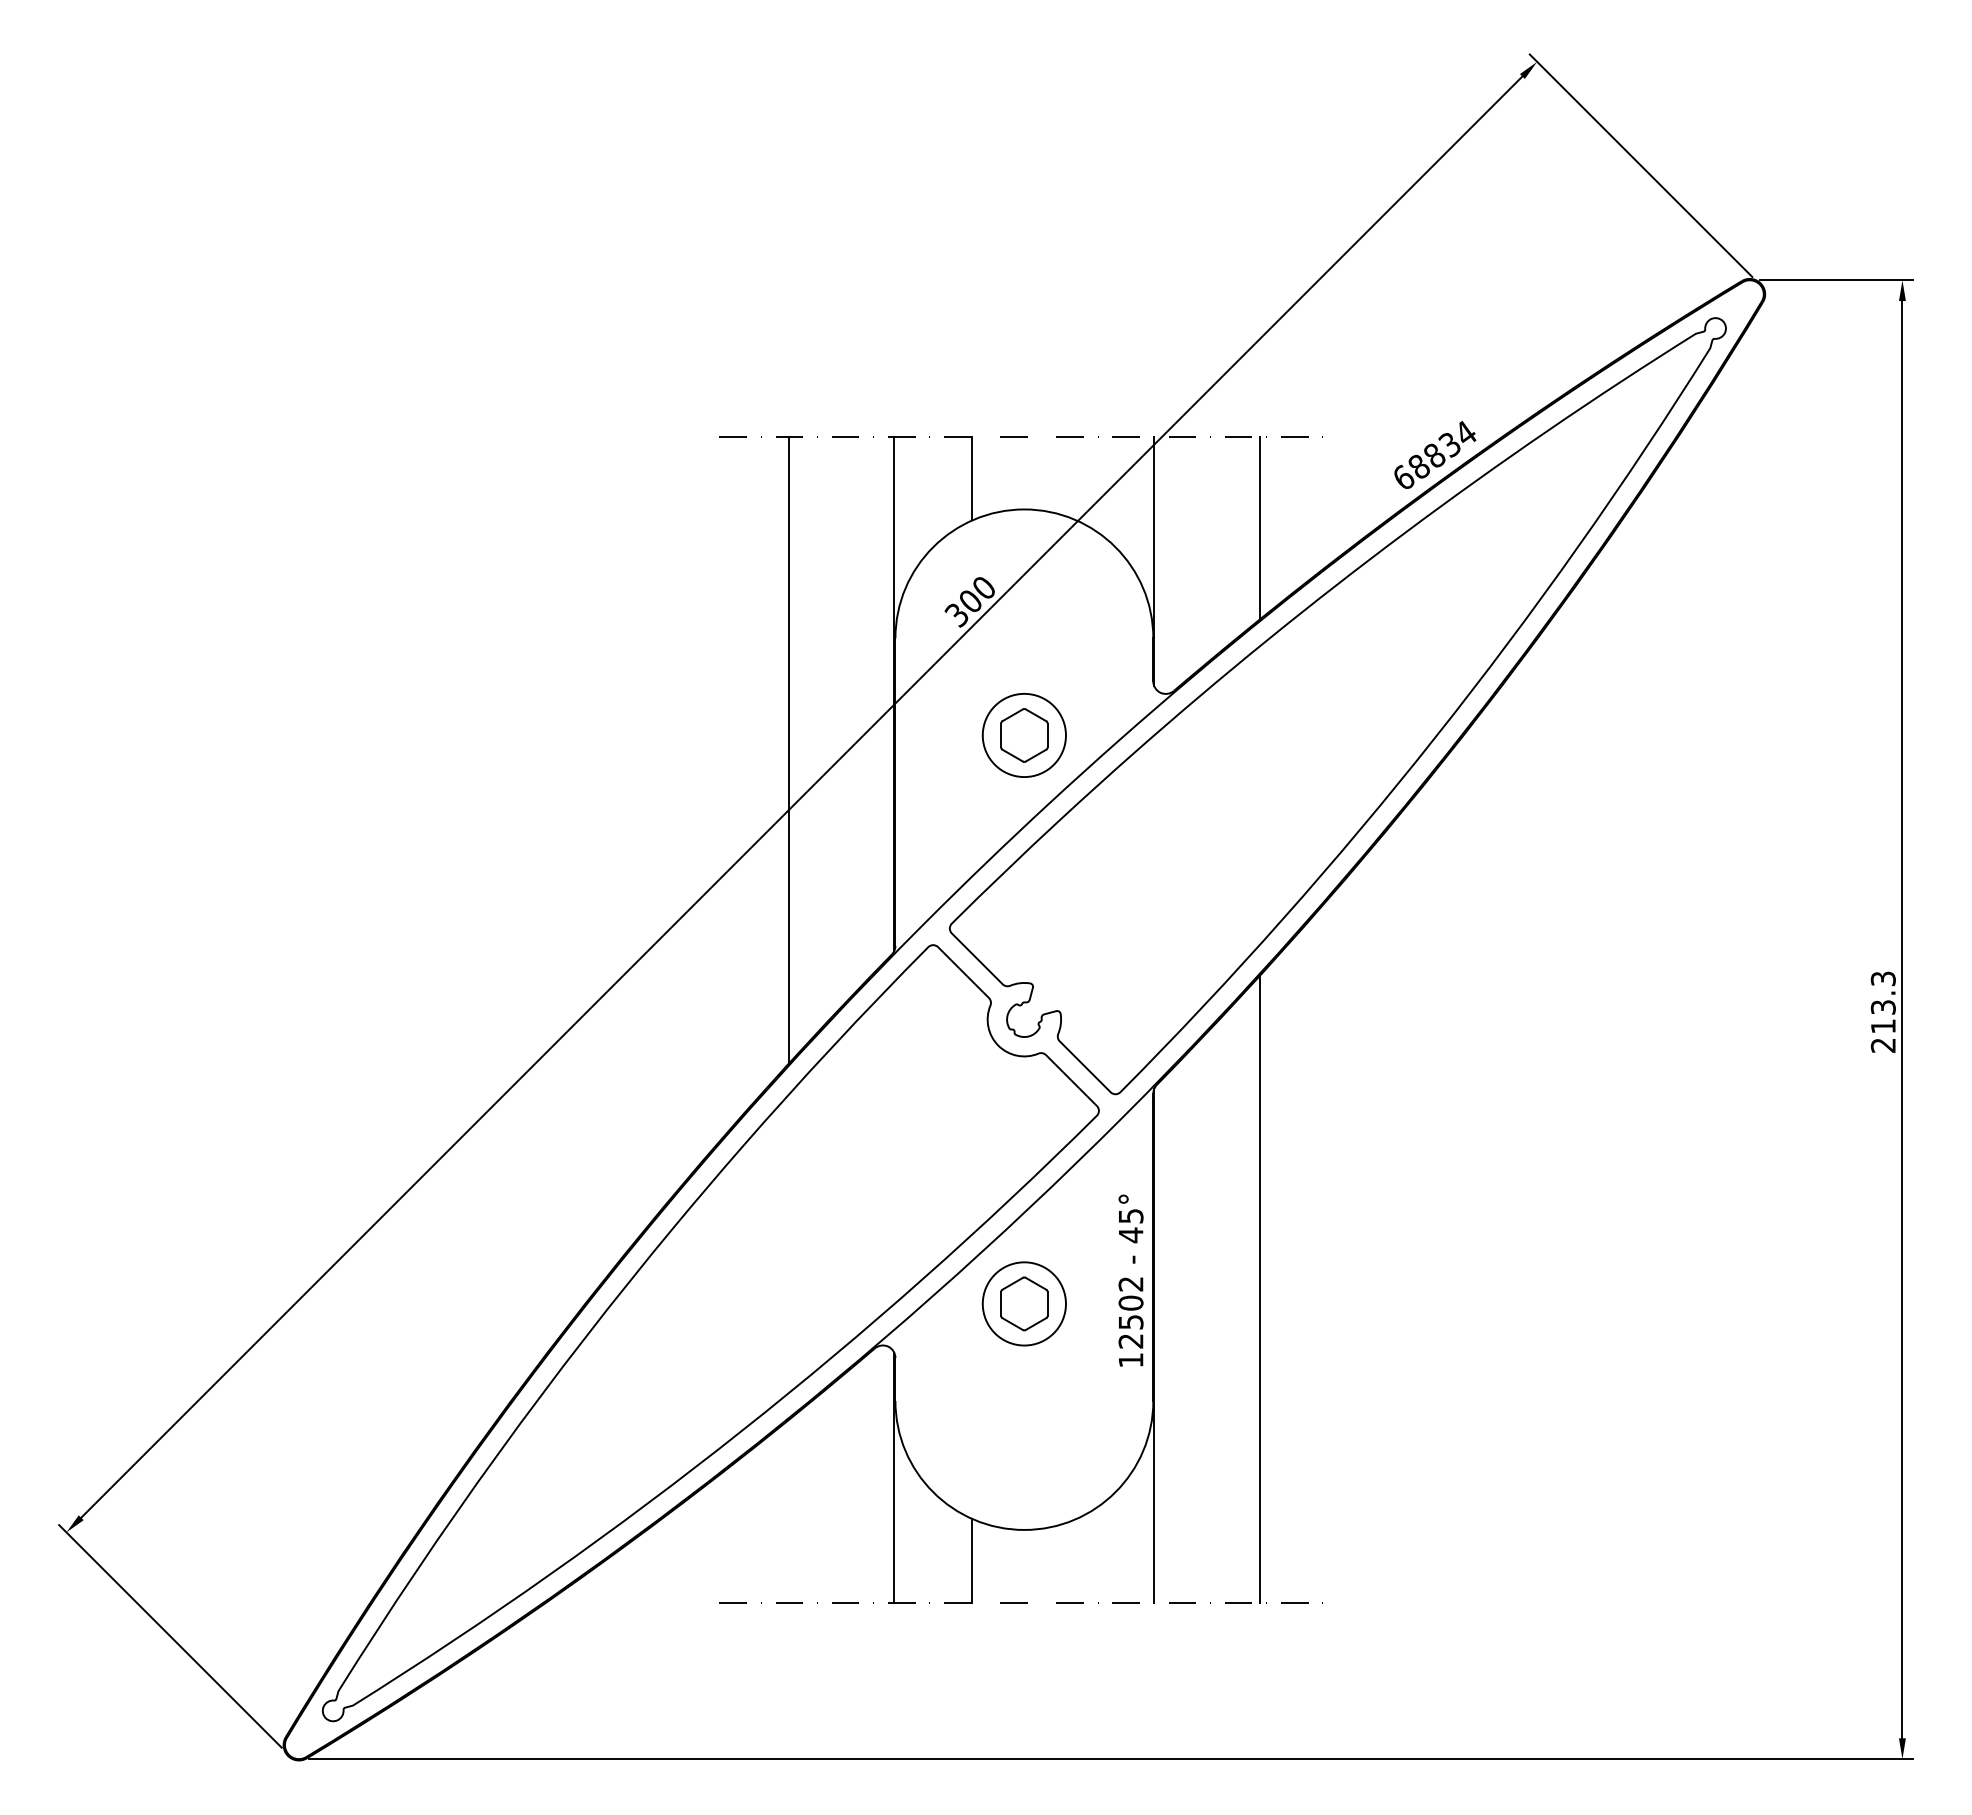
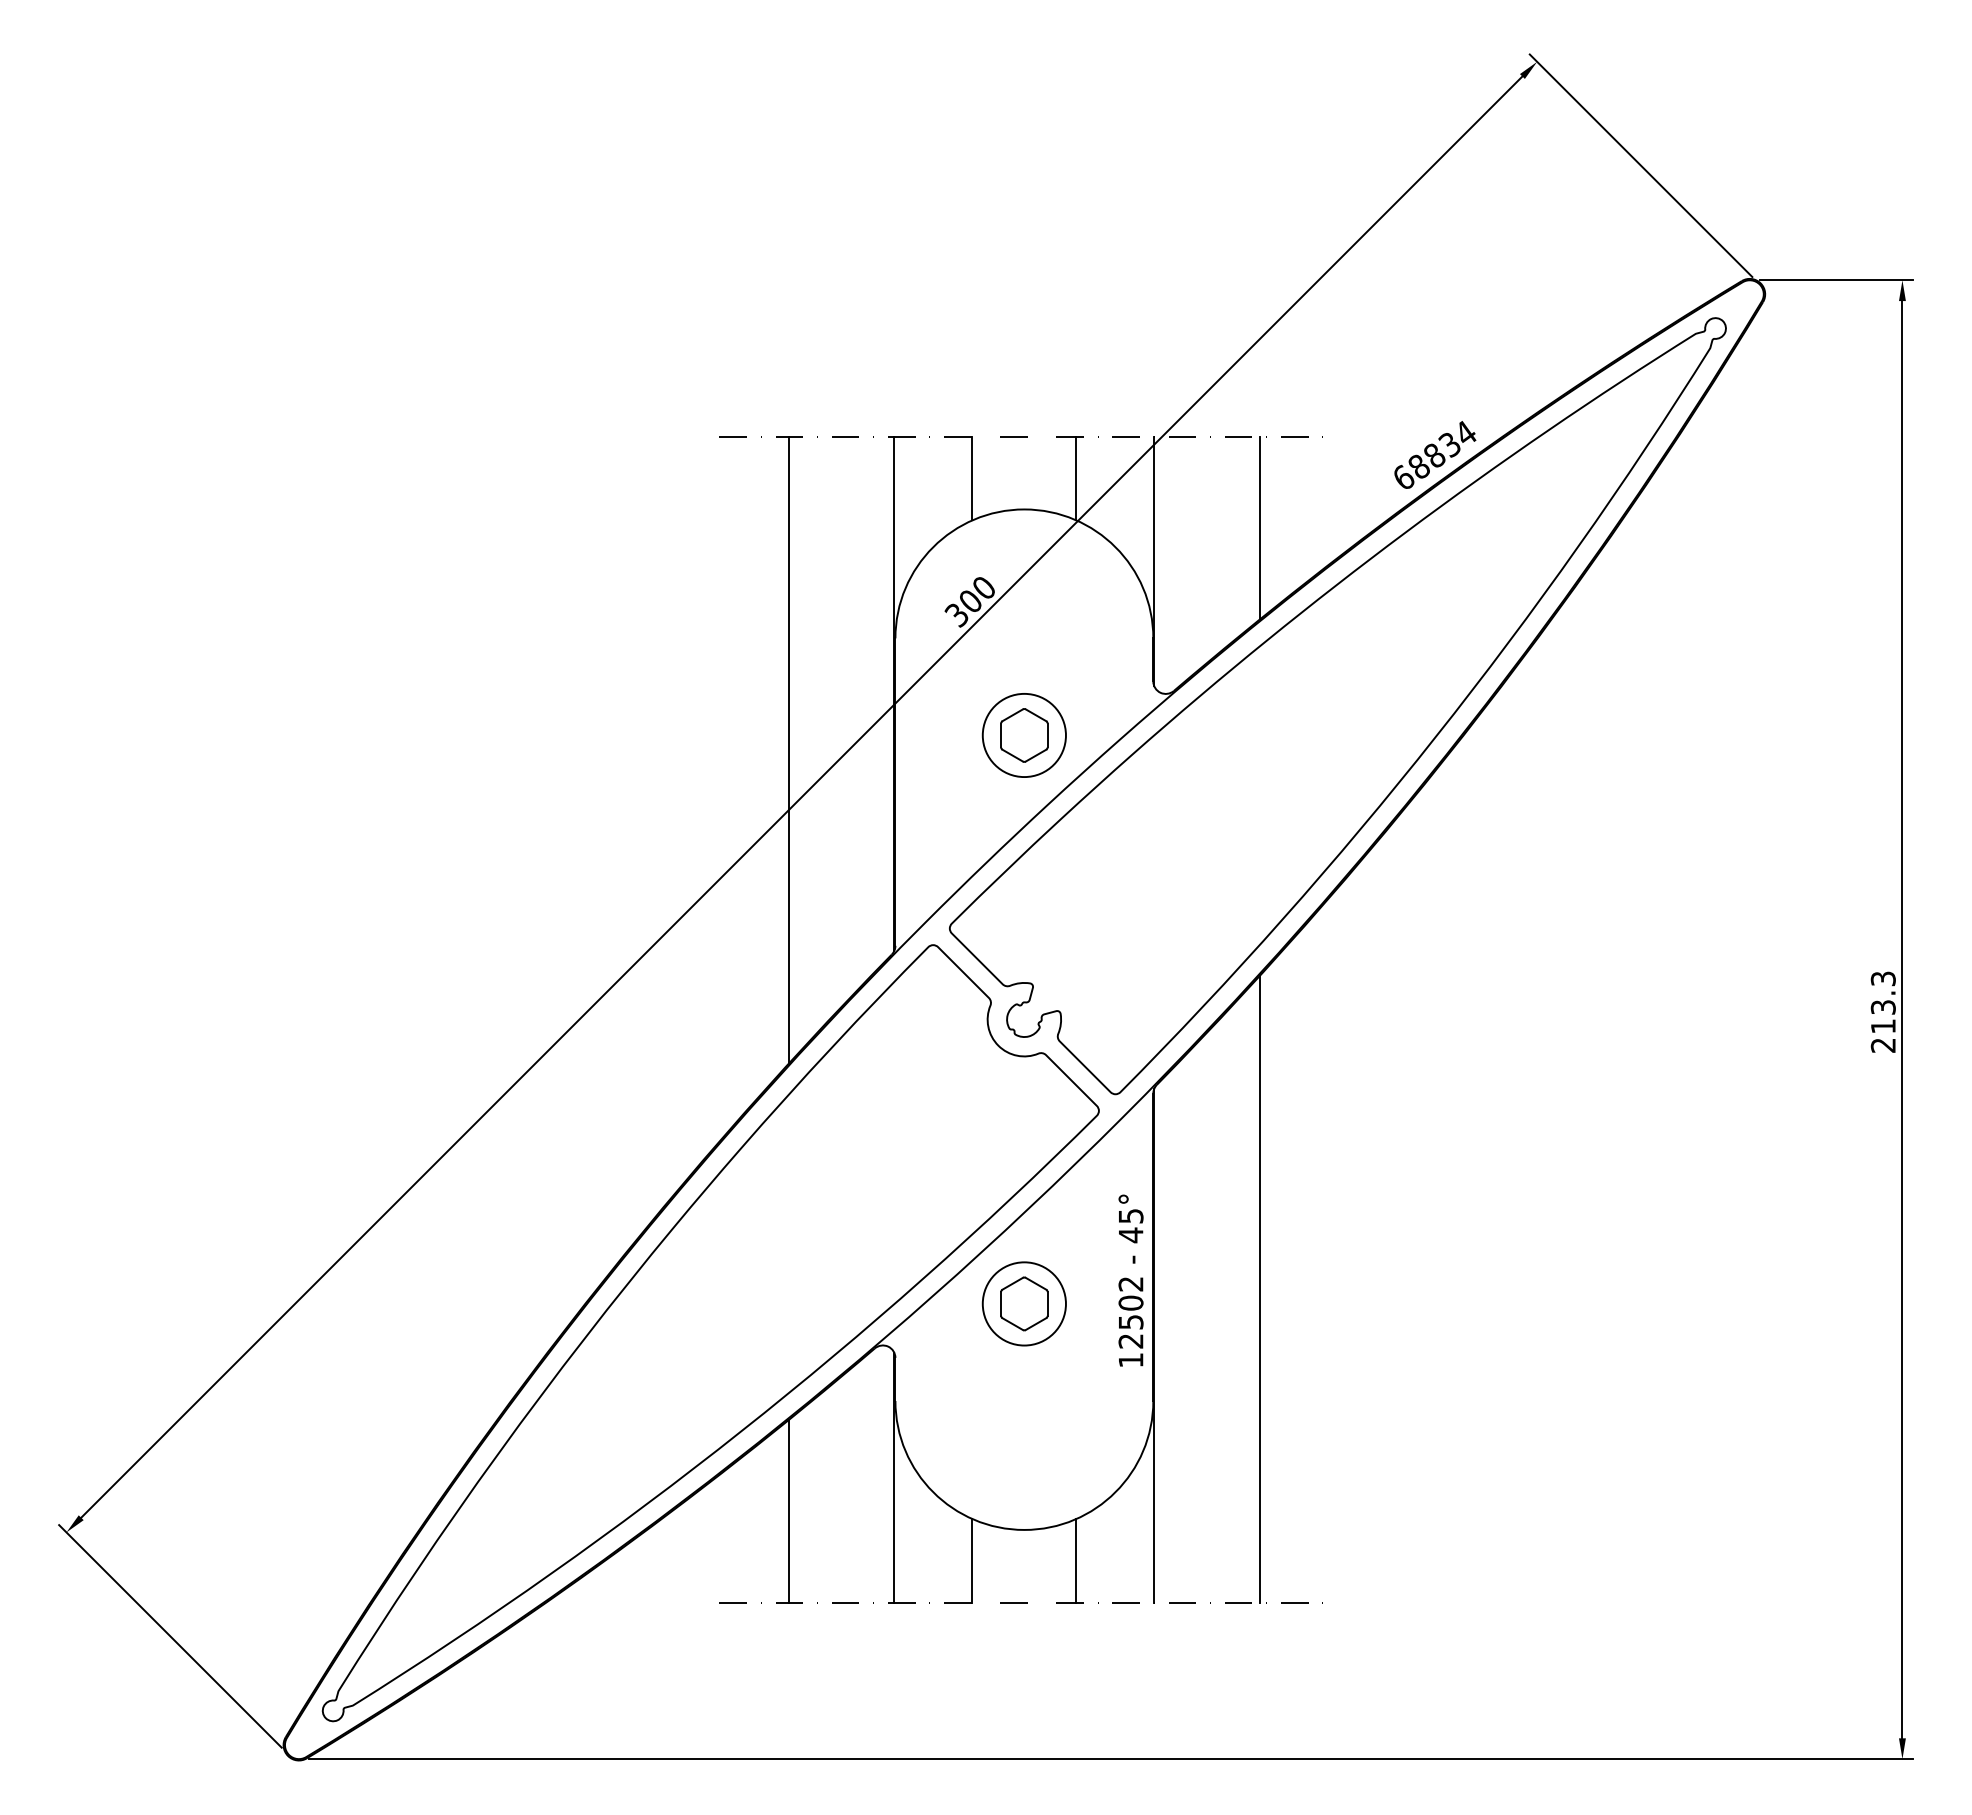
line at (1076, 478): none -> present
line at (788, 1511): none -> present
line at (1076, 1560): none -> present
